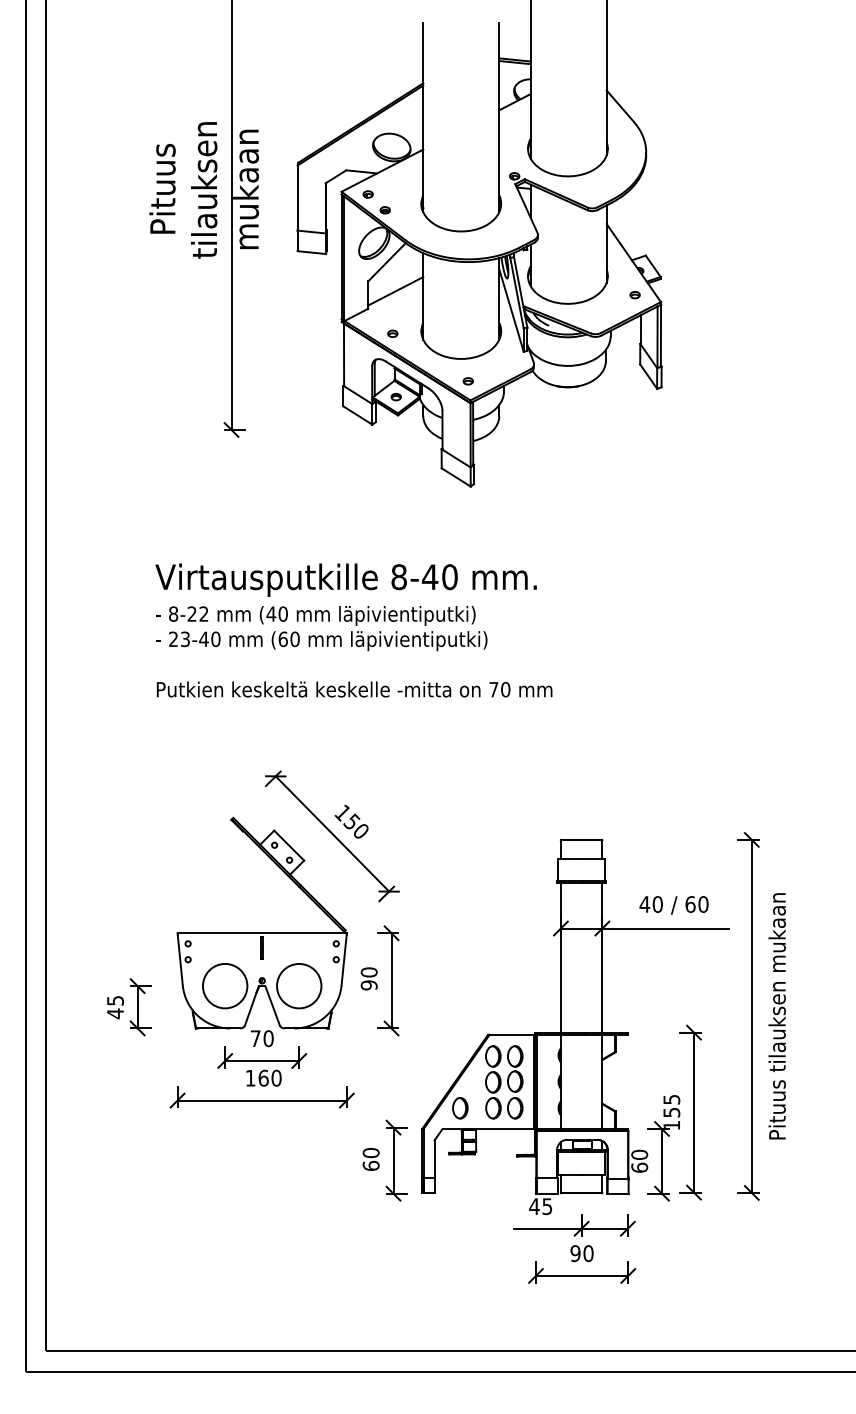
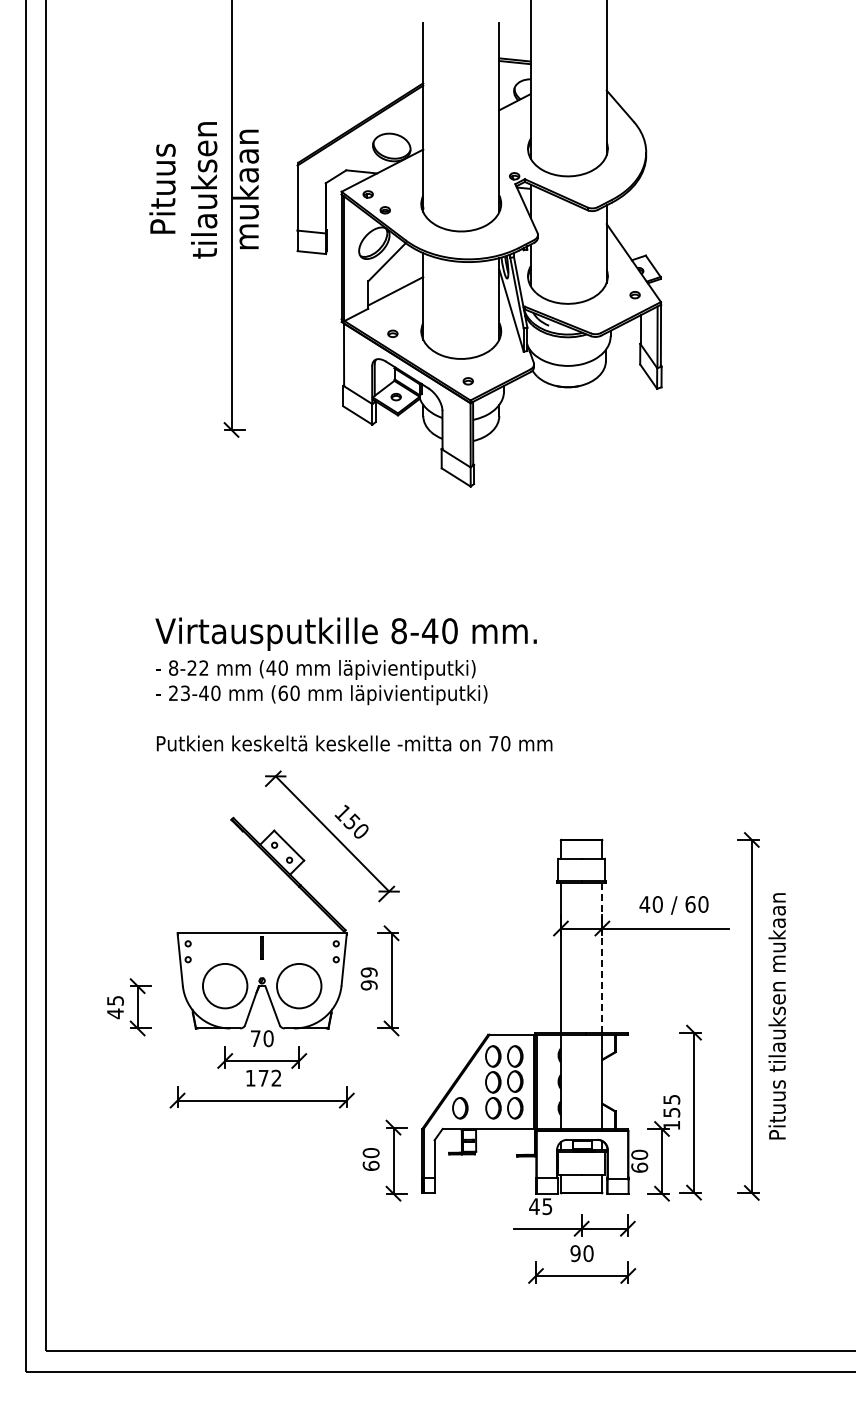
text at (353, 630) position: (353, 630) -> (353, 684)
line at (602, 958): solid -> dashed
text at (369, 972): 90 -> 99
text at (269, 1077): 160 -> 172
